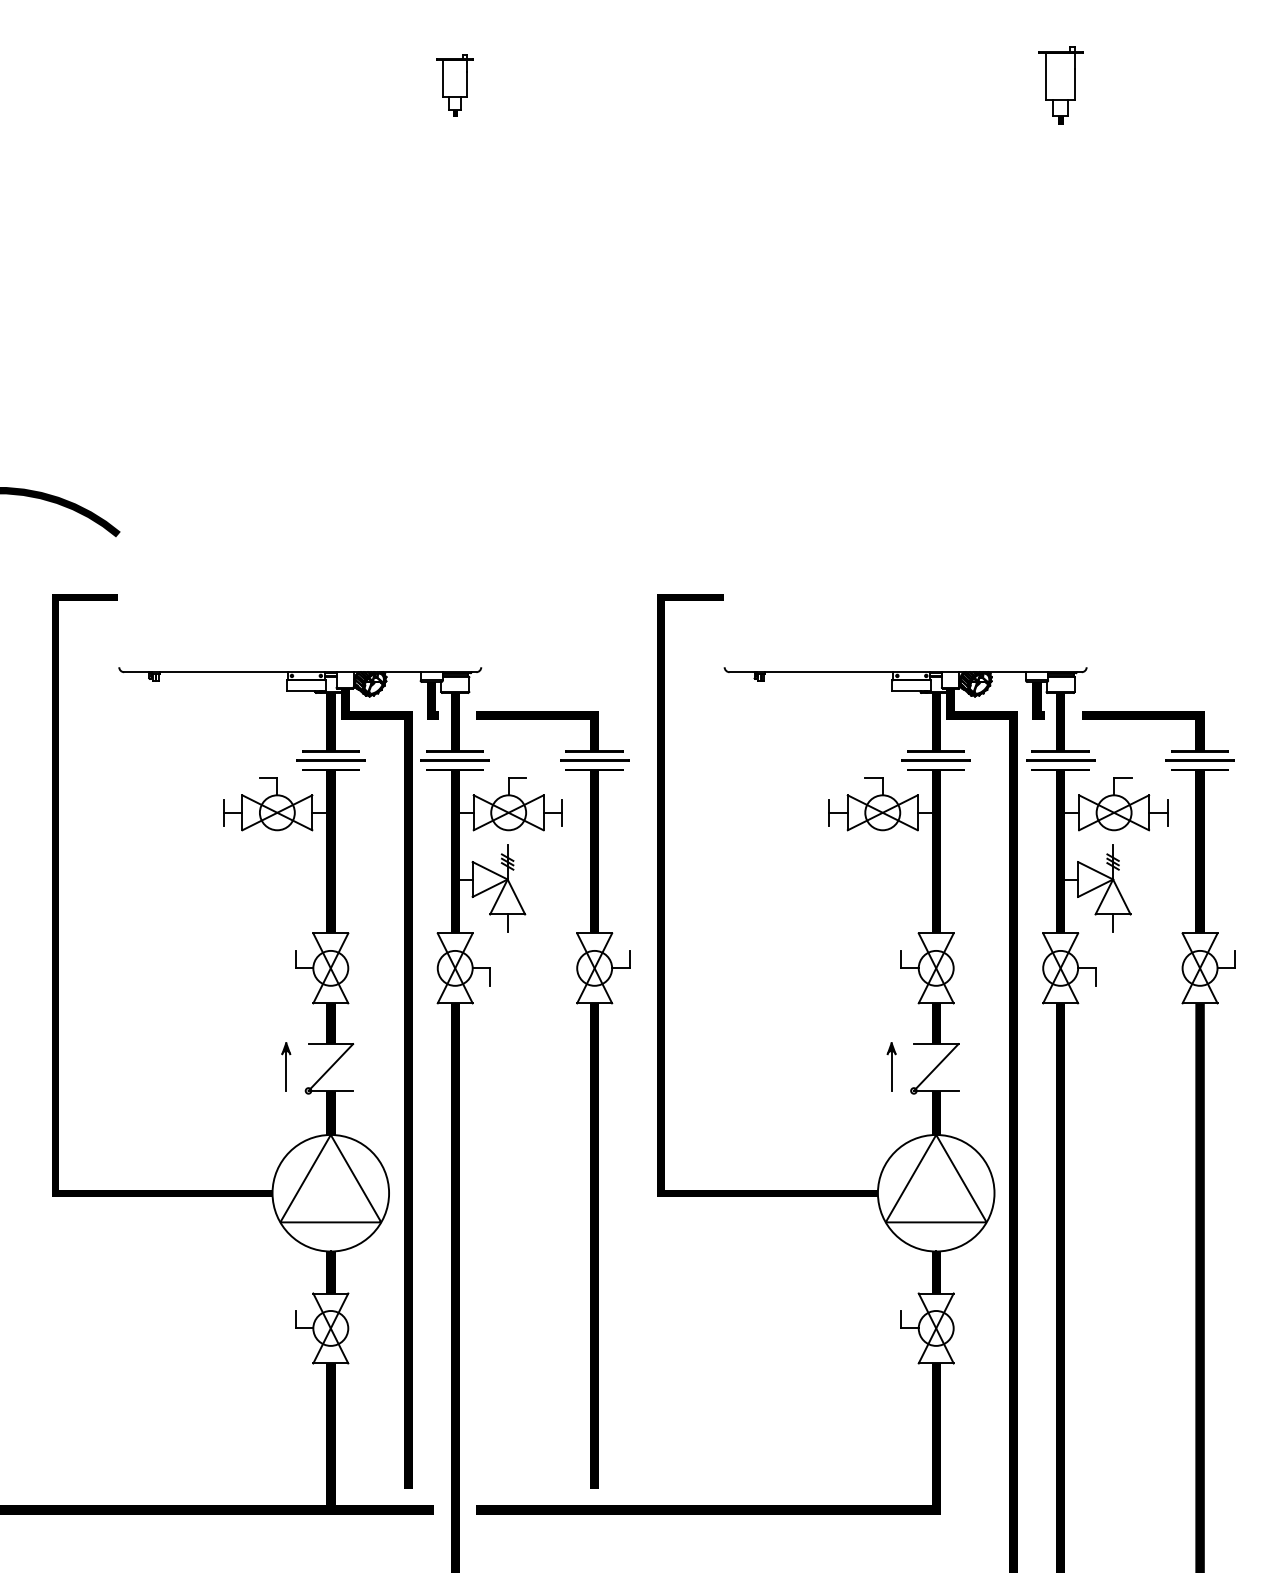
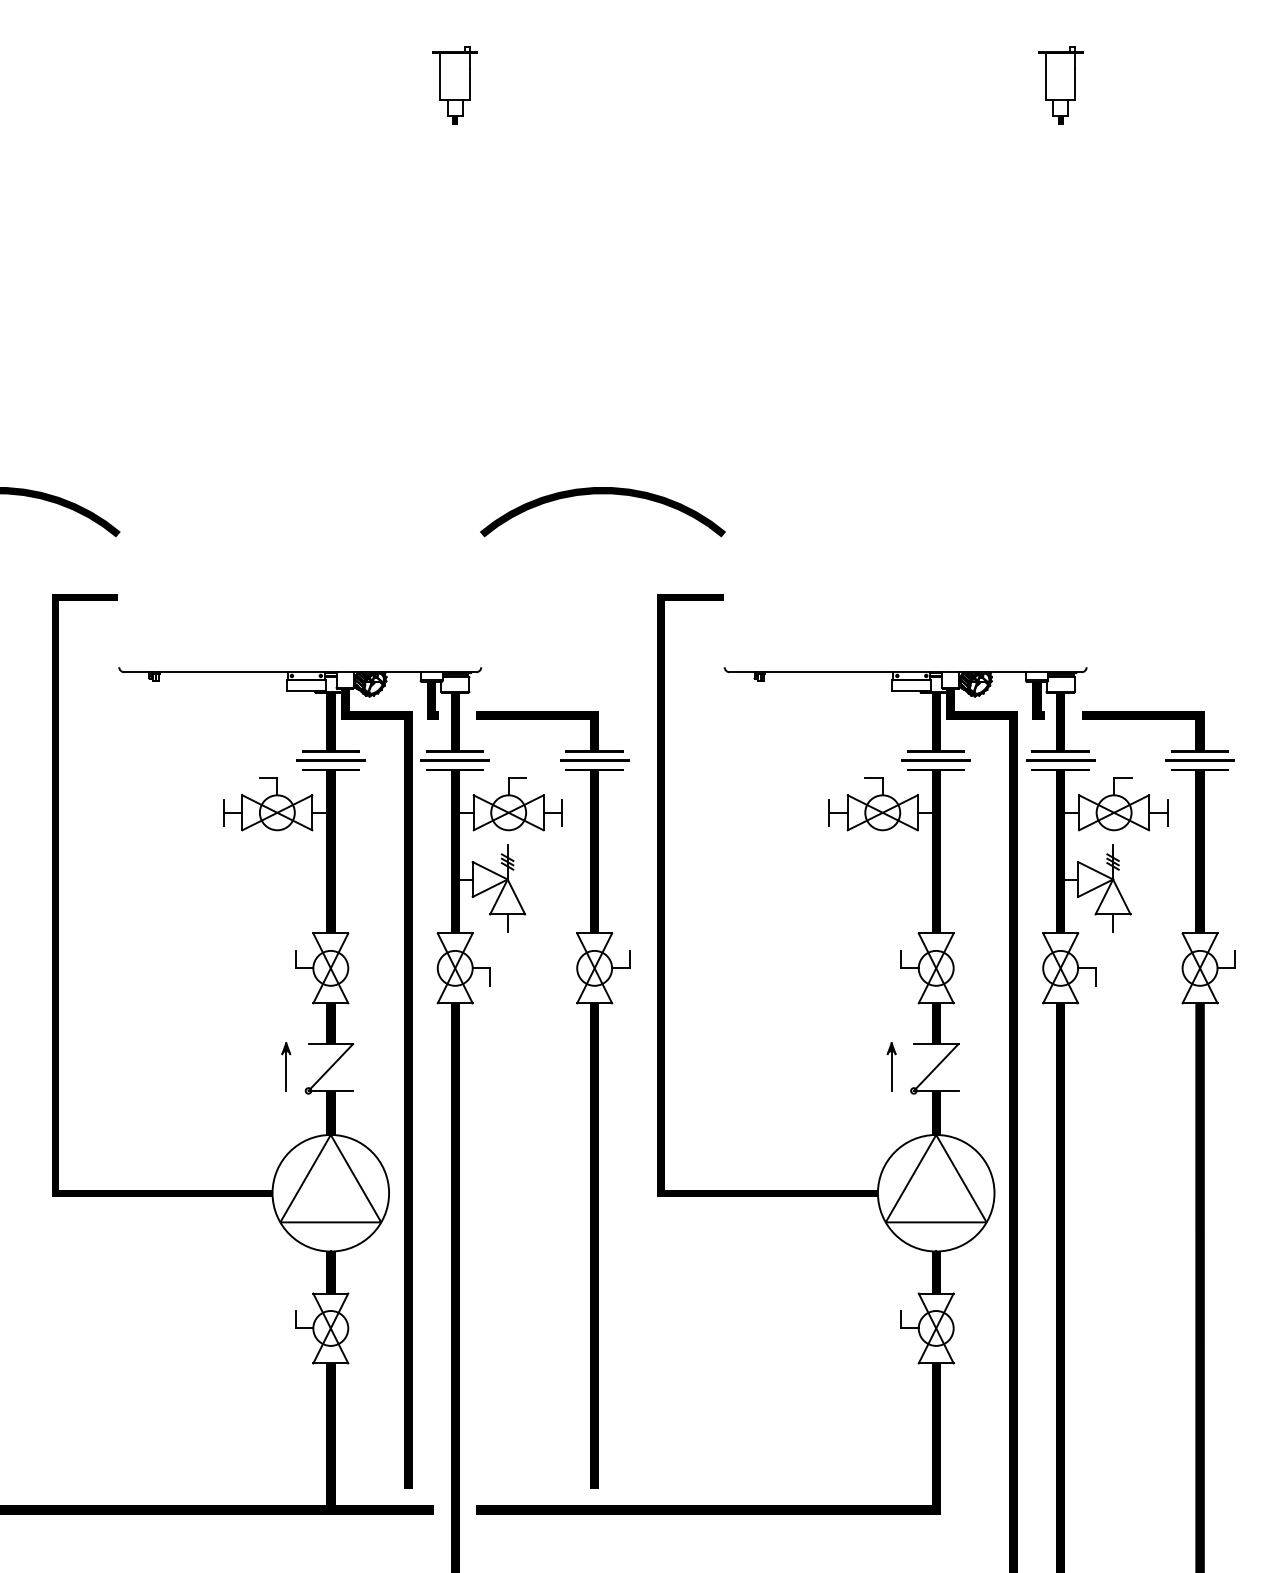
part at (454, 85) size: 38x63 px -> 46x79 px
curve at (602, 494): none -> present
